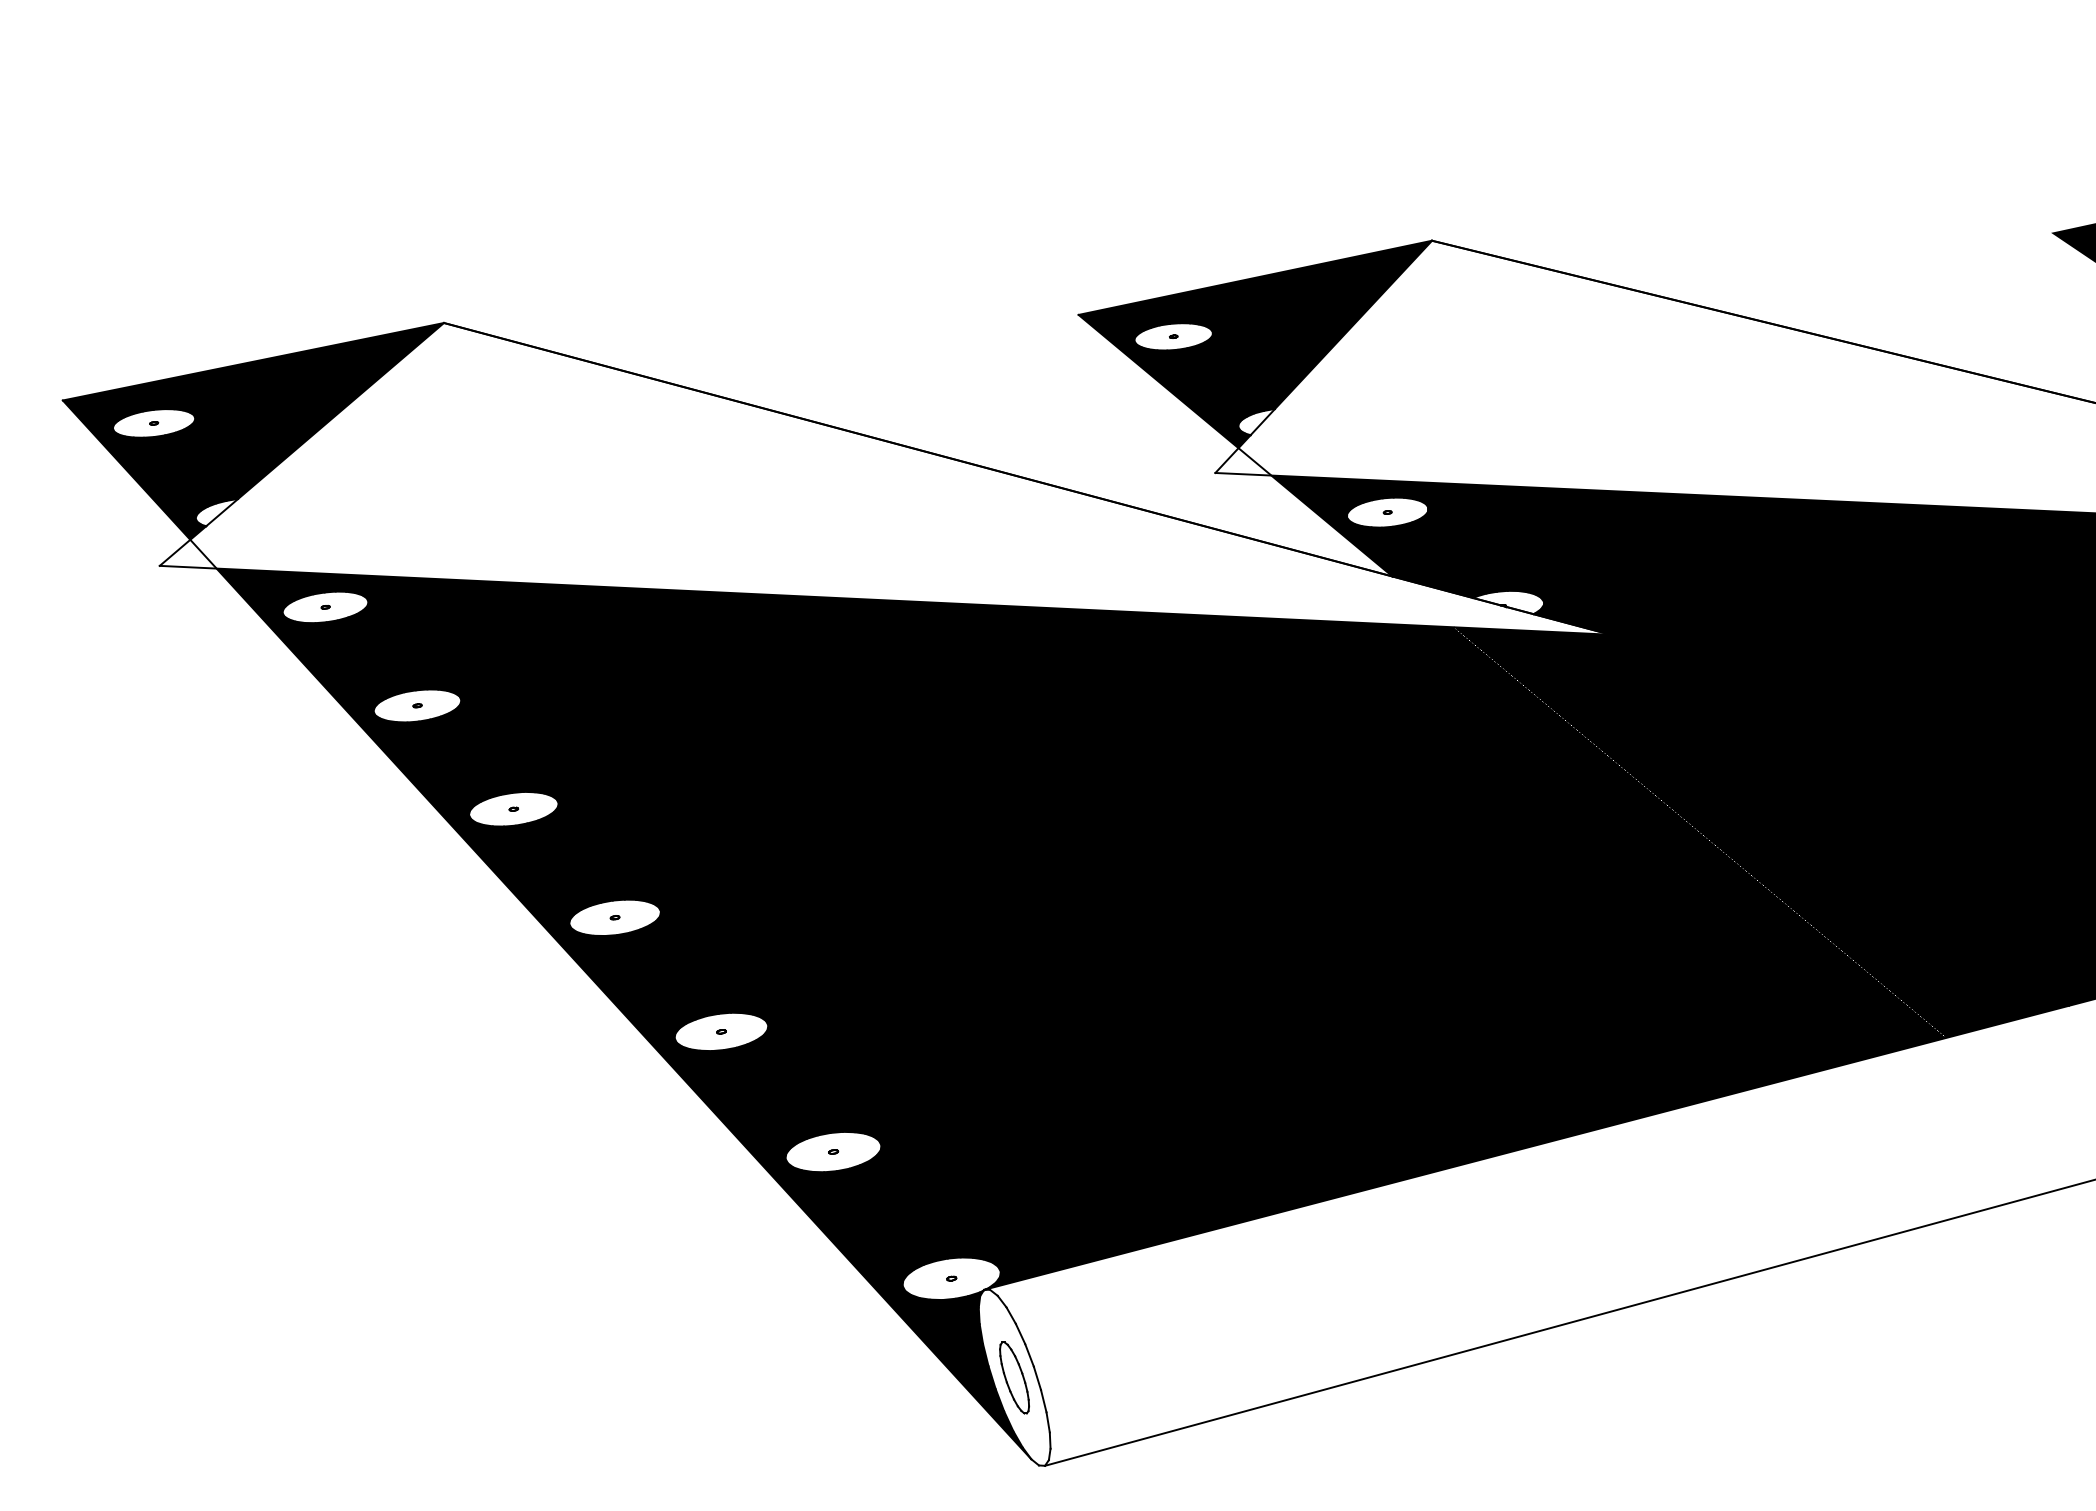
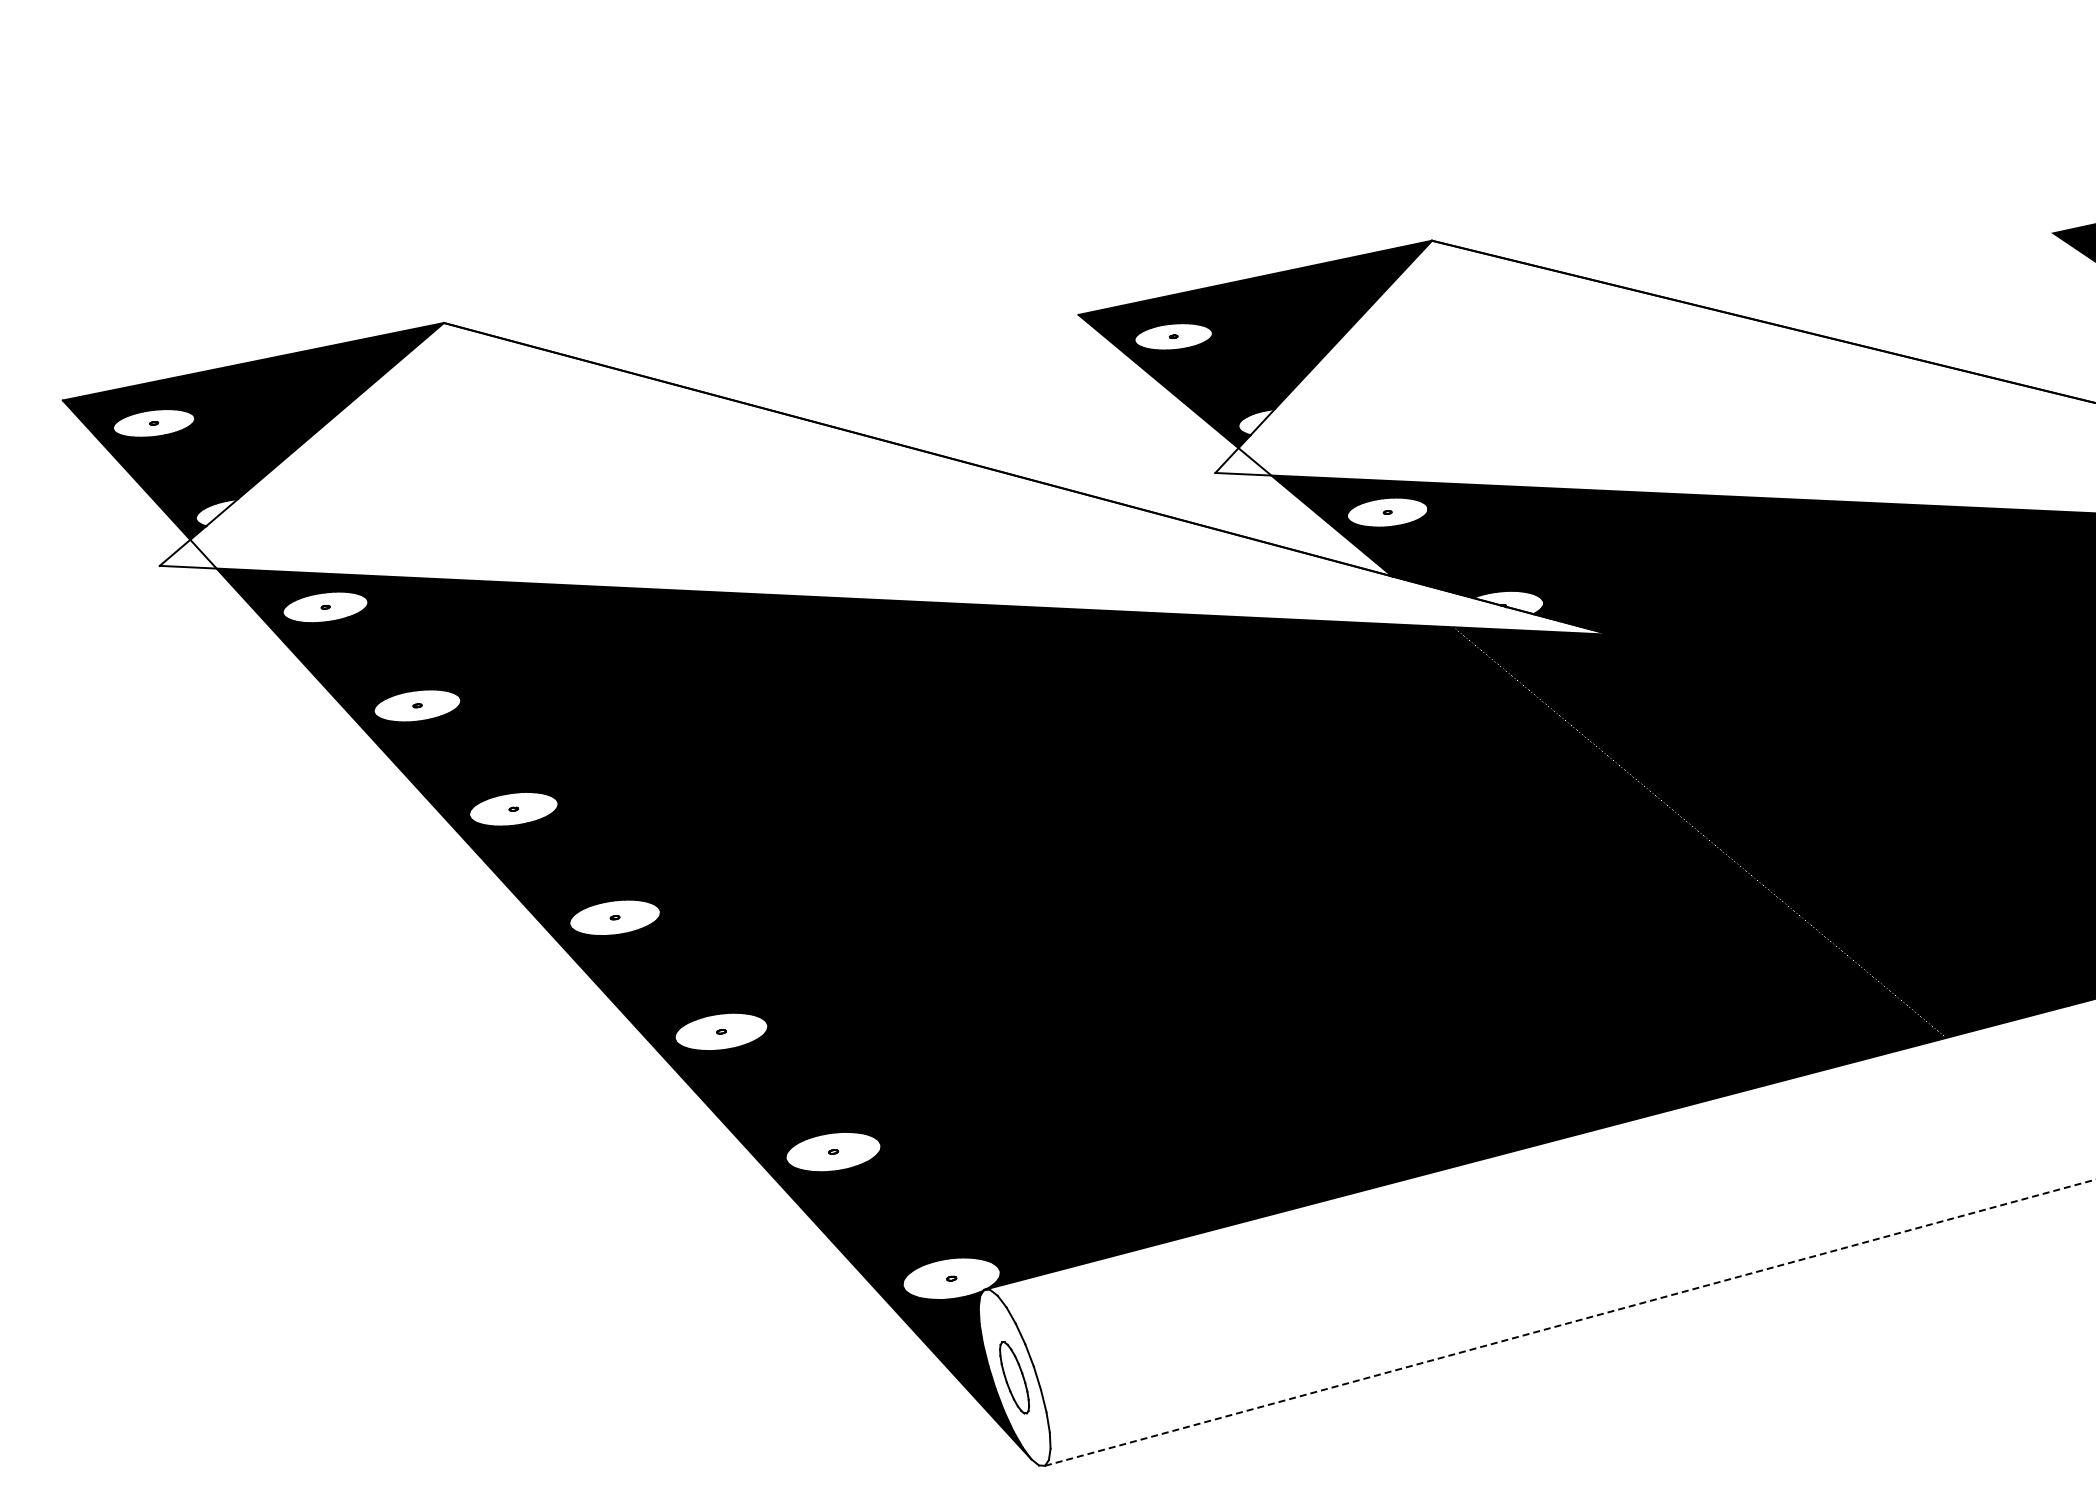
line at (1570, 1322): solid -> dashed
